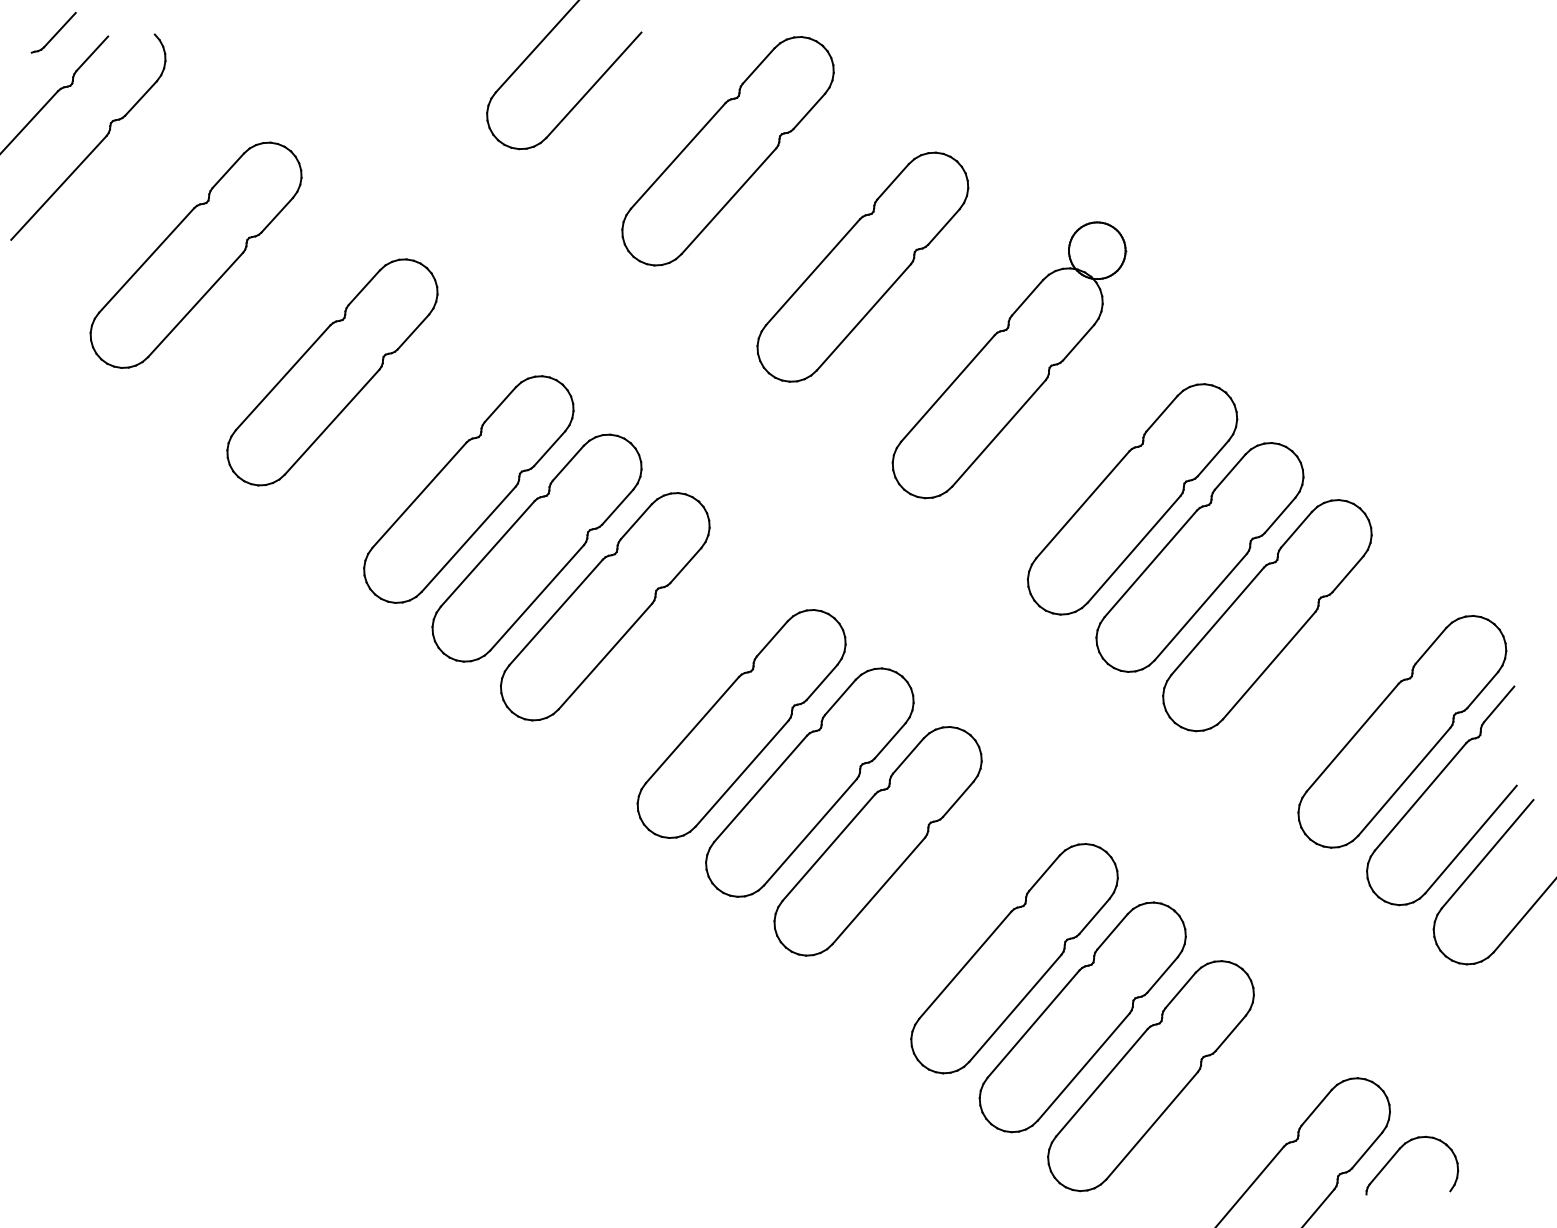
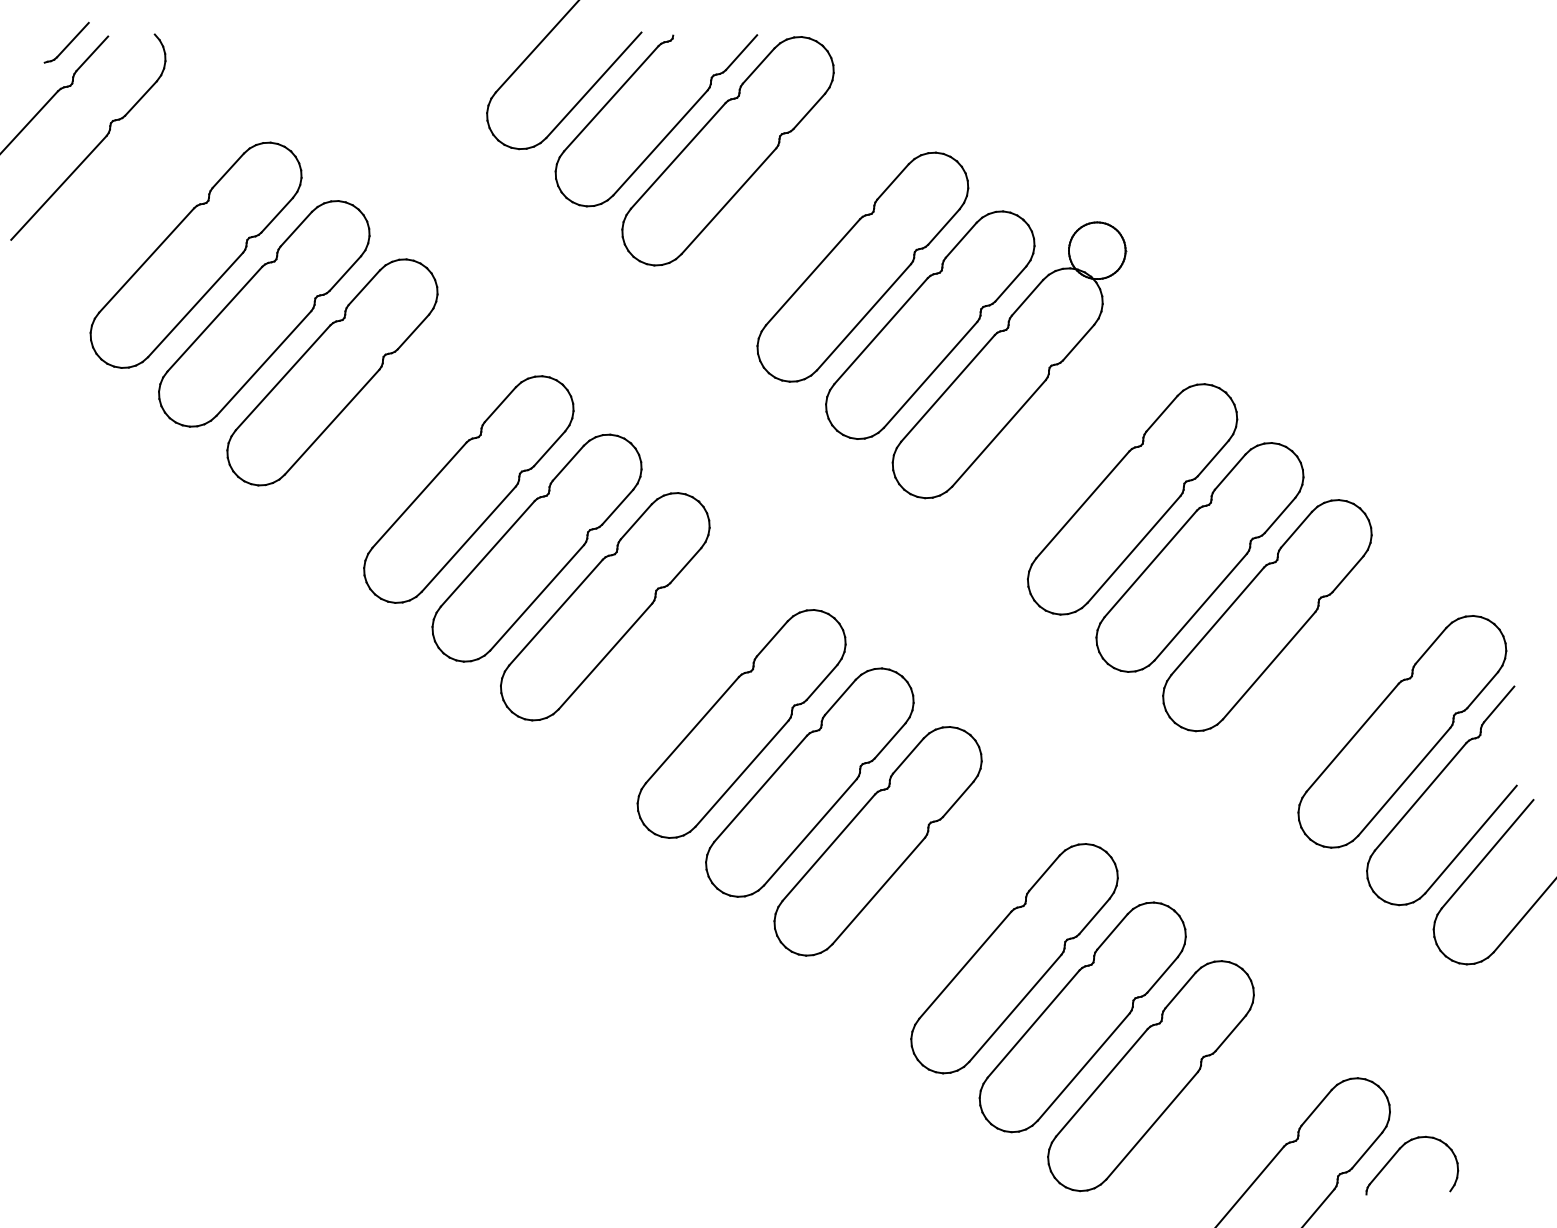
part at (53, 32) position: (53, 32) -> (66, 42)
part at (668, 132): none -> present
part at (264, 313): none -> present
part at (930, 324): none -> present
